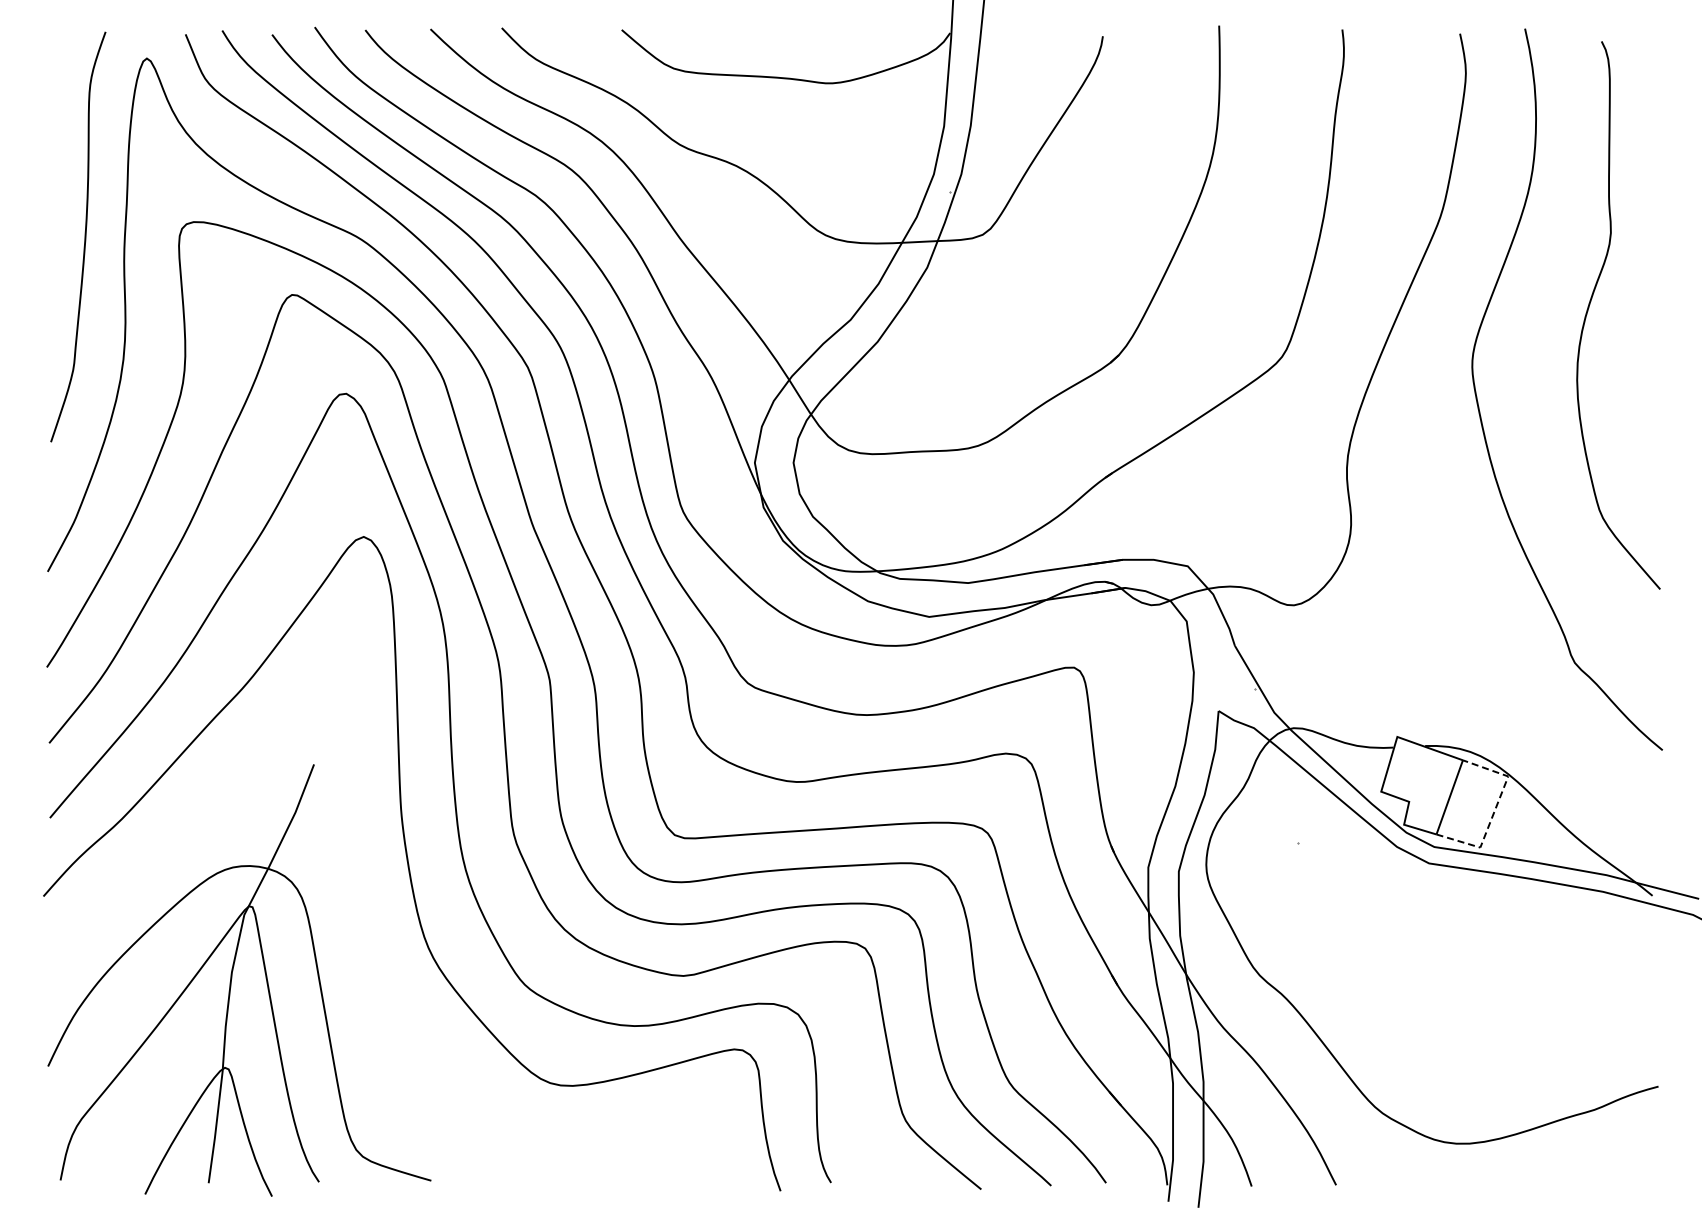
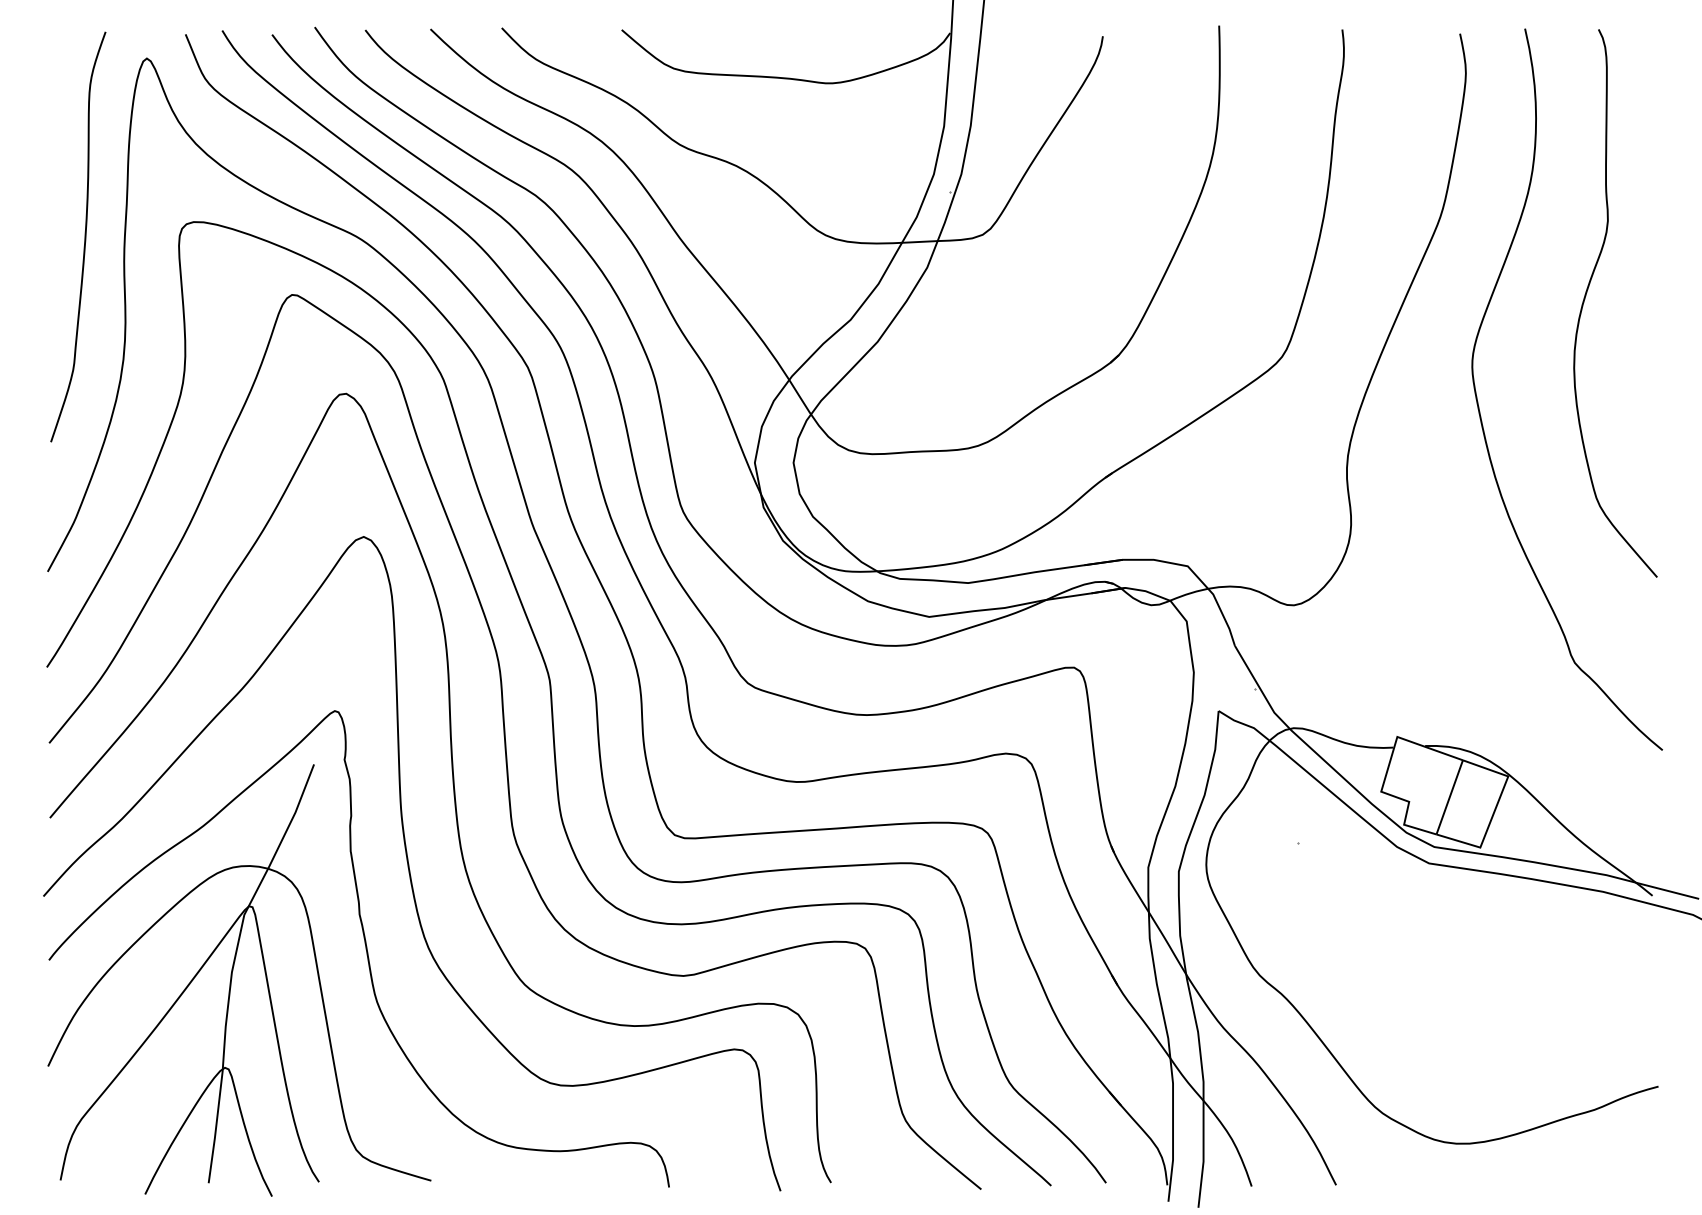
curve at (1589, 308) position: (1589, 308) -> (1586, 296)
line at (1494, 810): dashed -> solid
curve at (365, 948): none -> present
